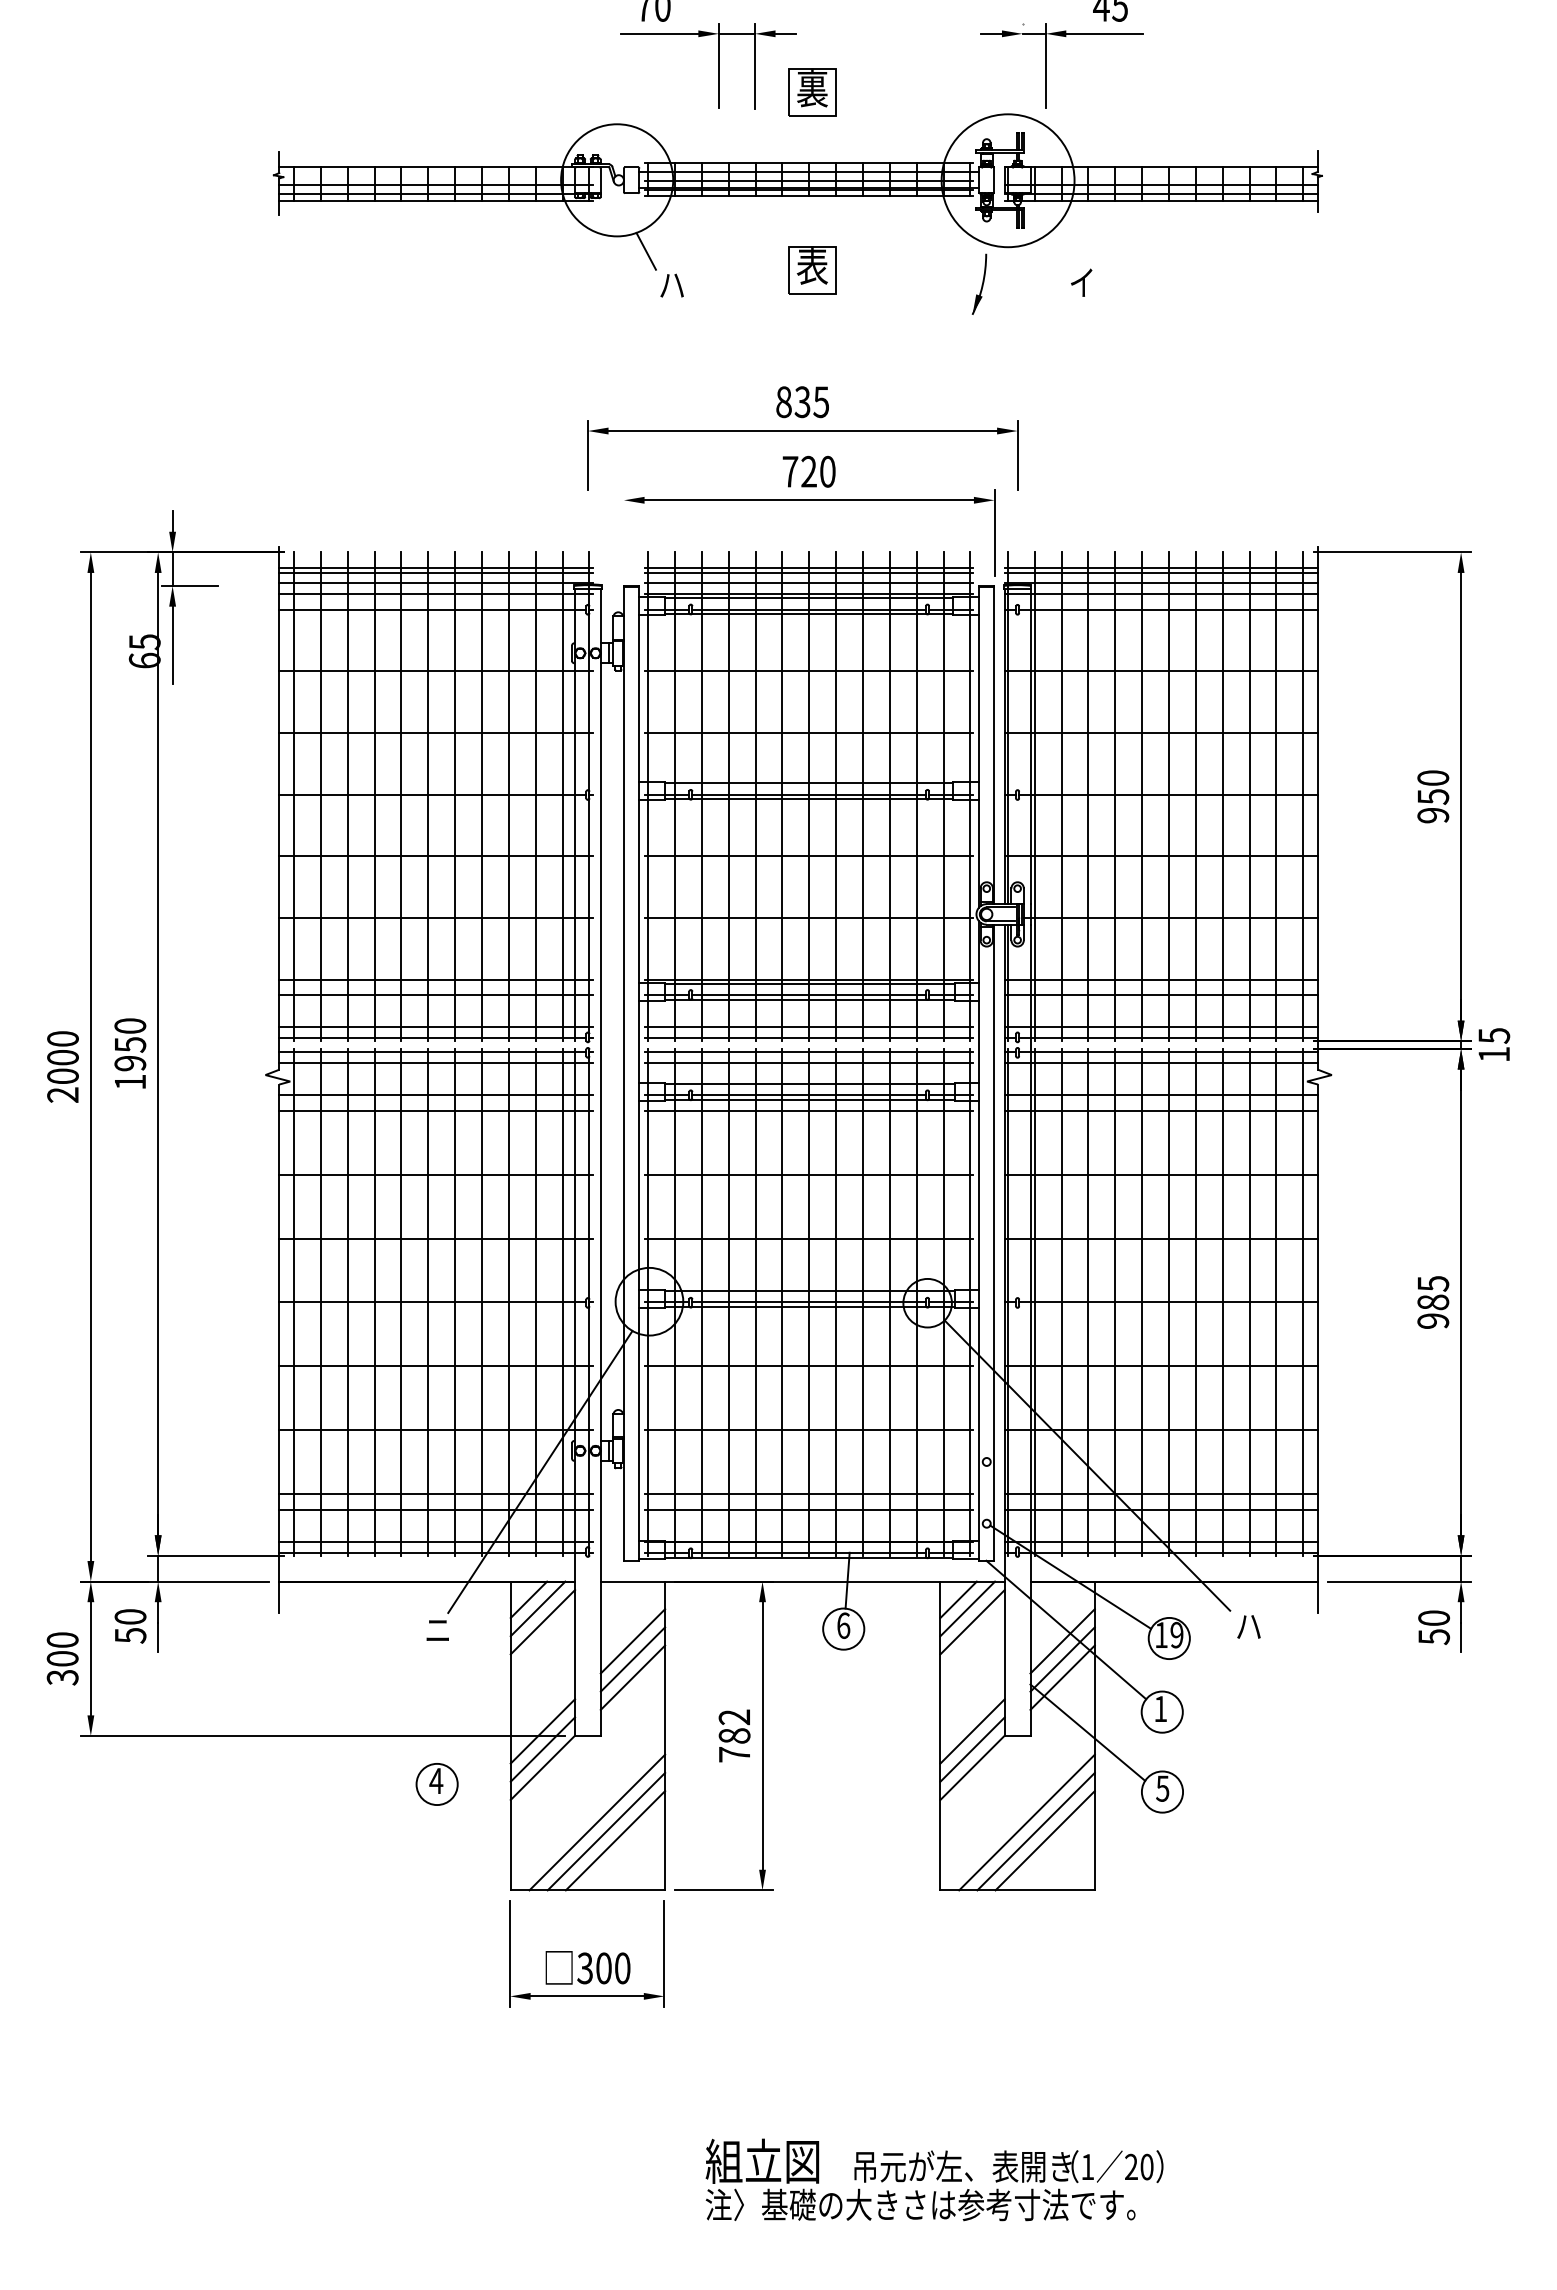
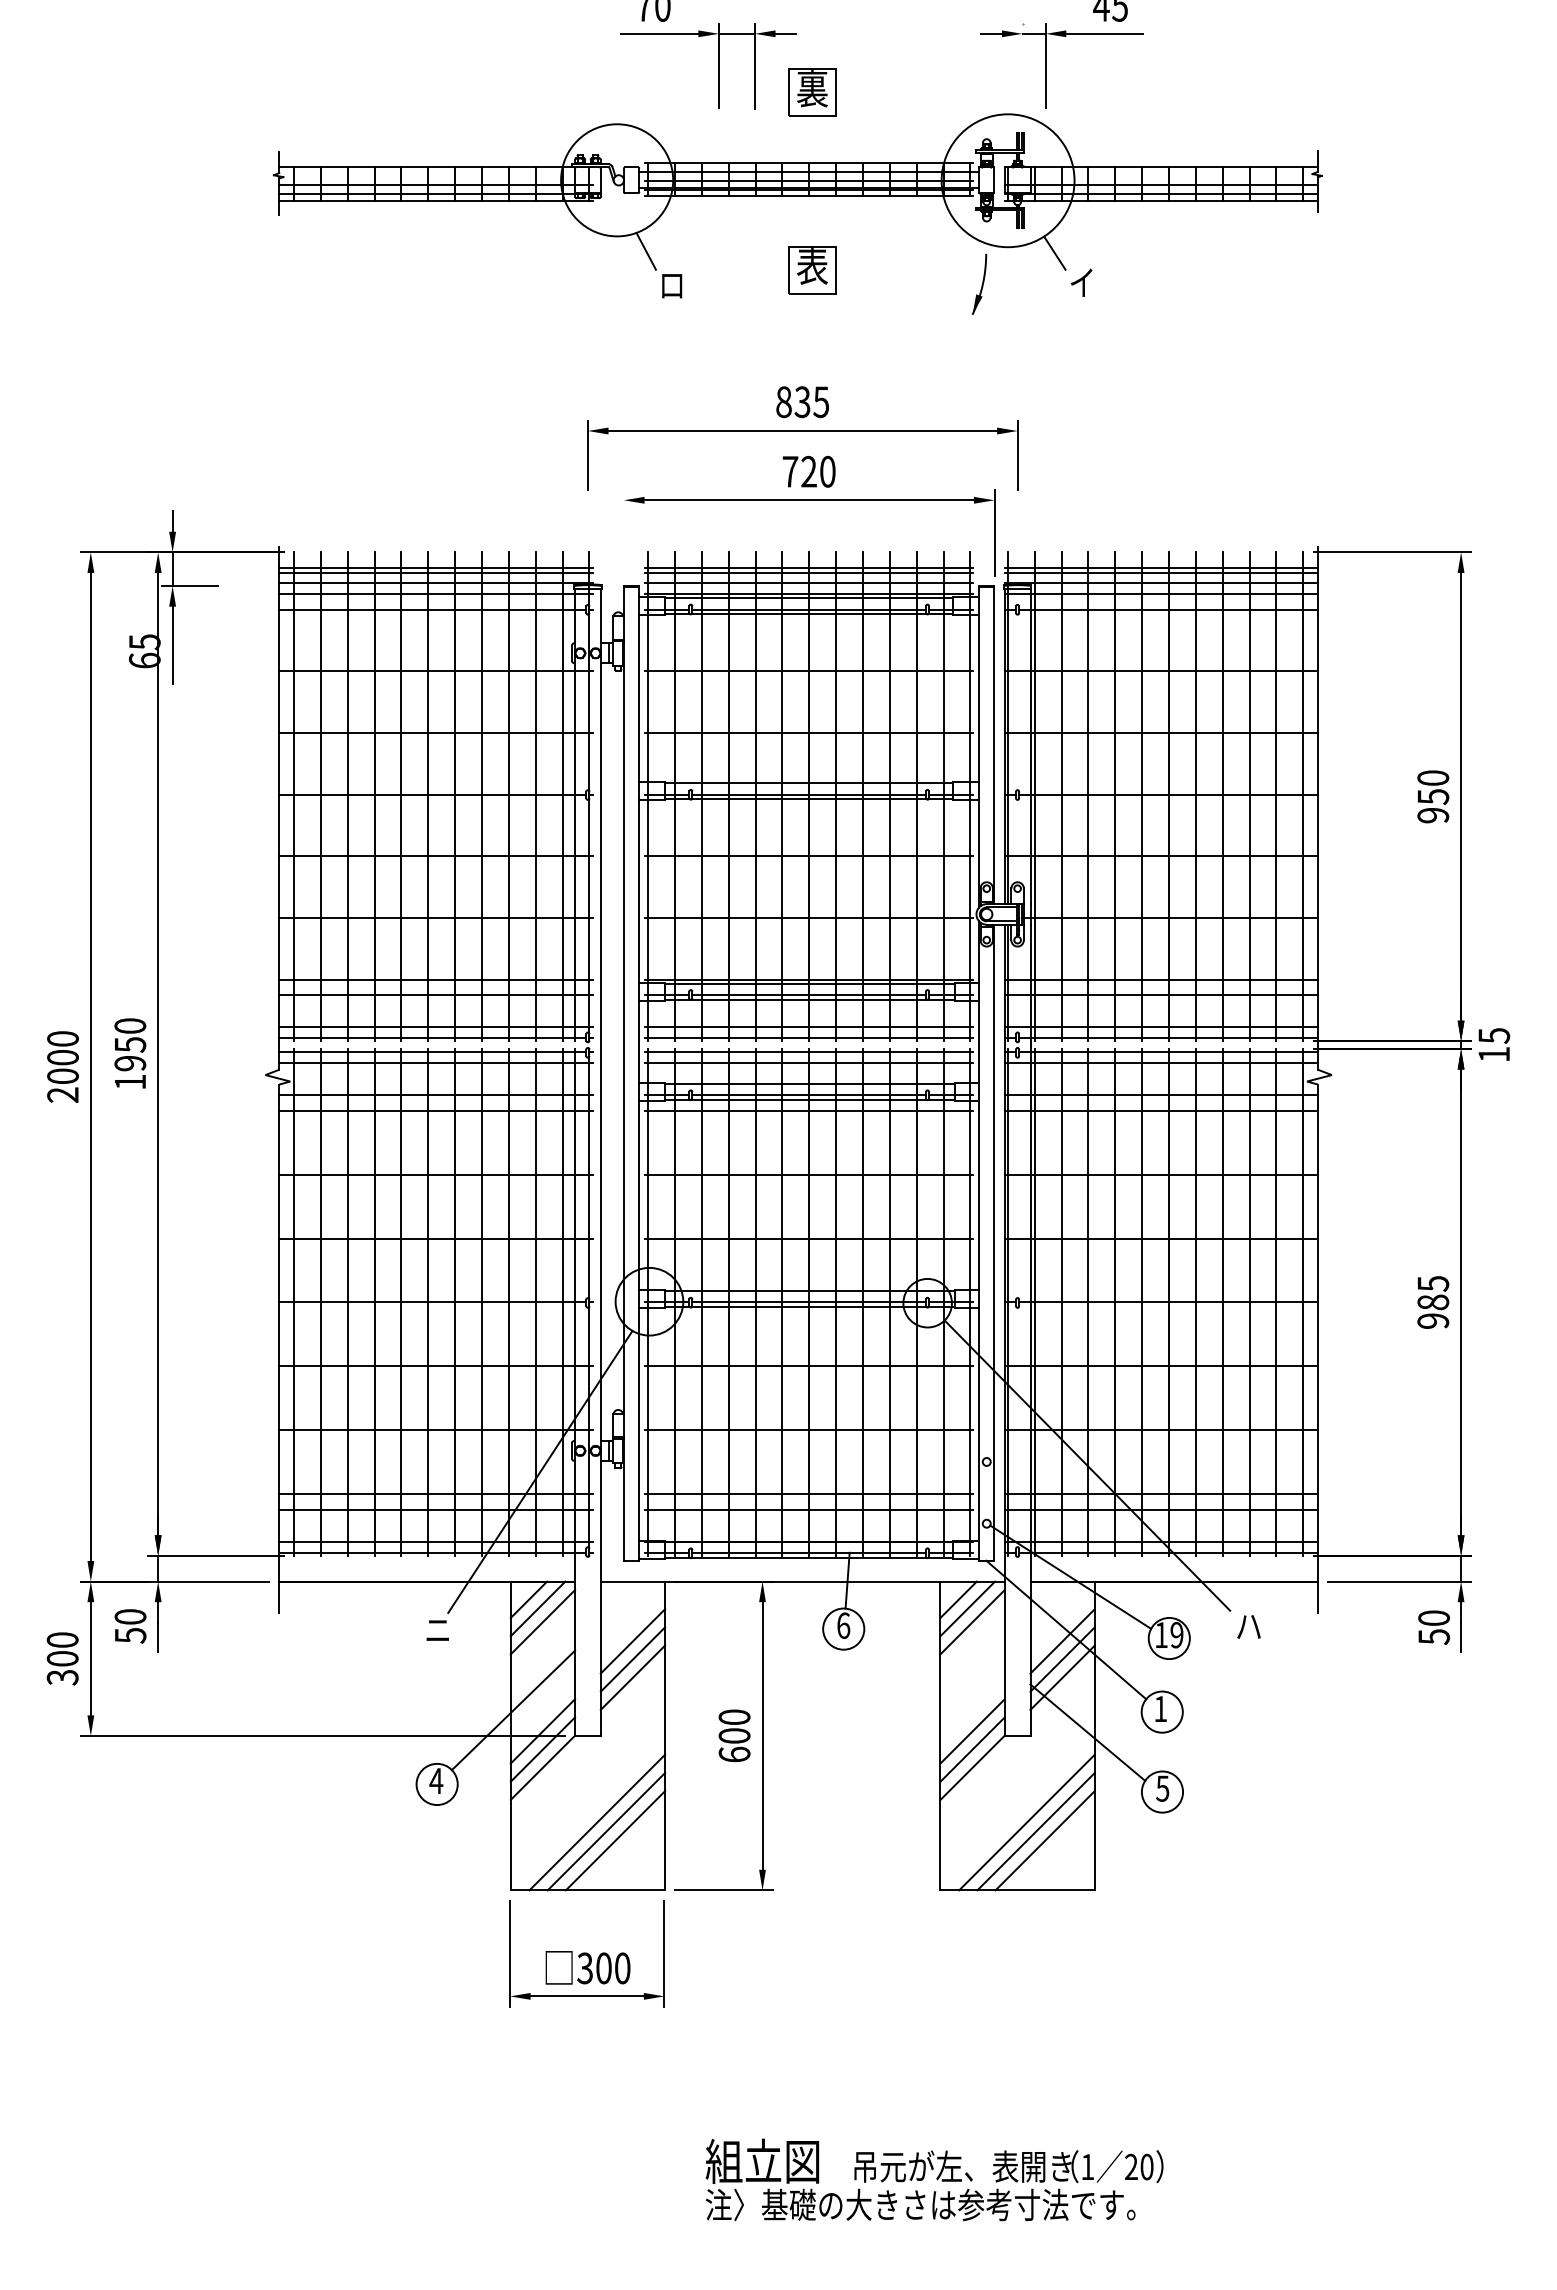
line at (1054, 252): none -> present
text at (671, 285): ハ -> ロ
line at (513, 1710): none -> present
text at (734, 1735): 782 -> 600
